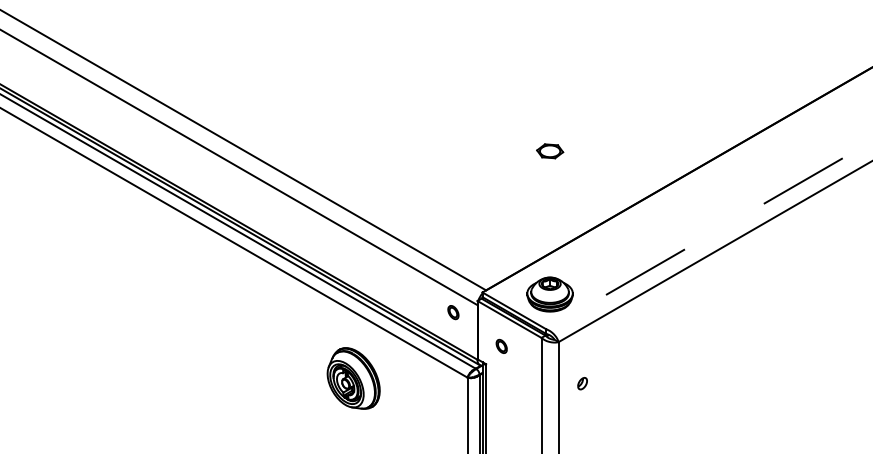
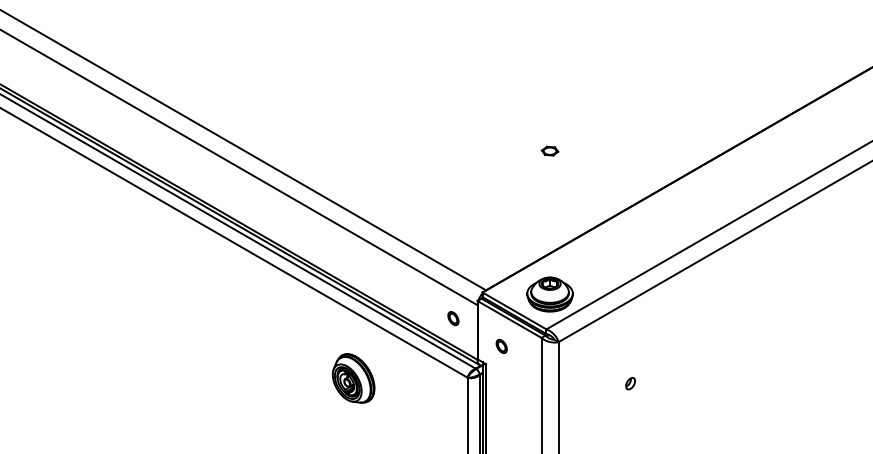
part at (550, 151) size: 29x17 px -> 20x12 px
line at (709, 235): dashed -> solid
part at (453, 312) position: (453, 312) -> (453, 318)
part at (353, 378) size: 55x63 px -> 45x51 px
part at (582, 383) position: (582, 383) -> (630, 383)
